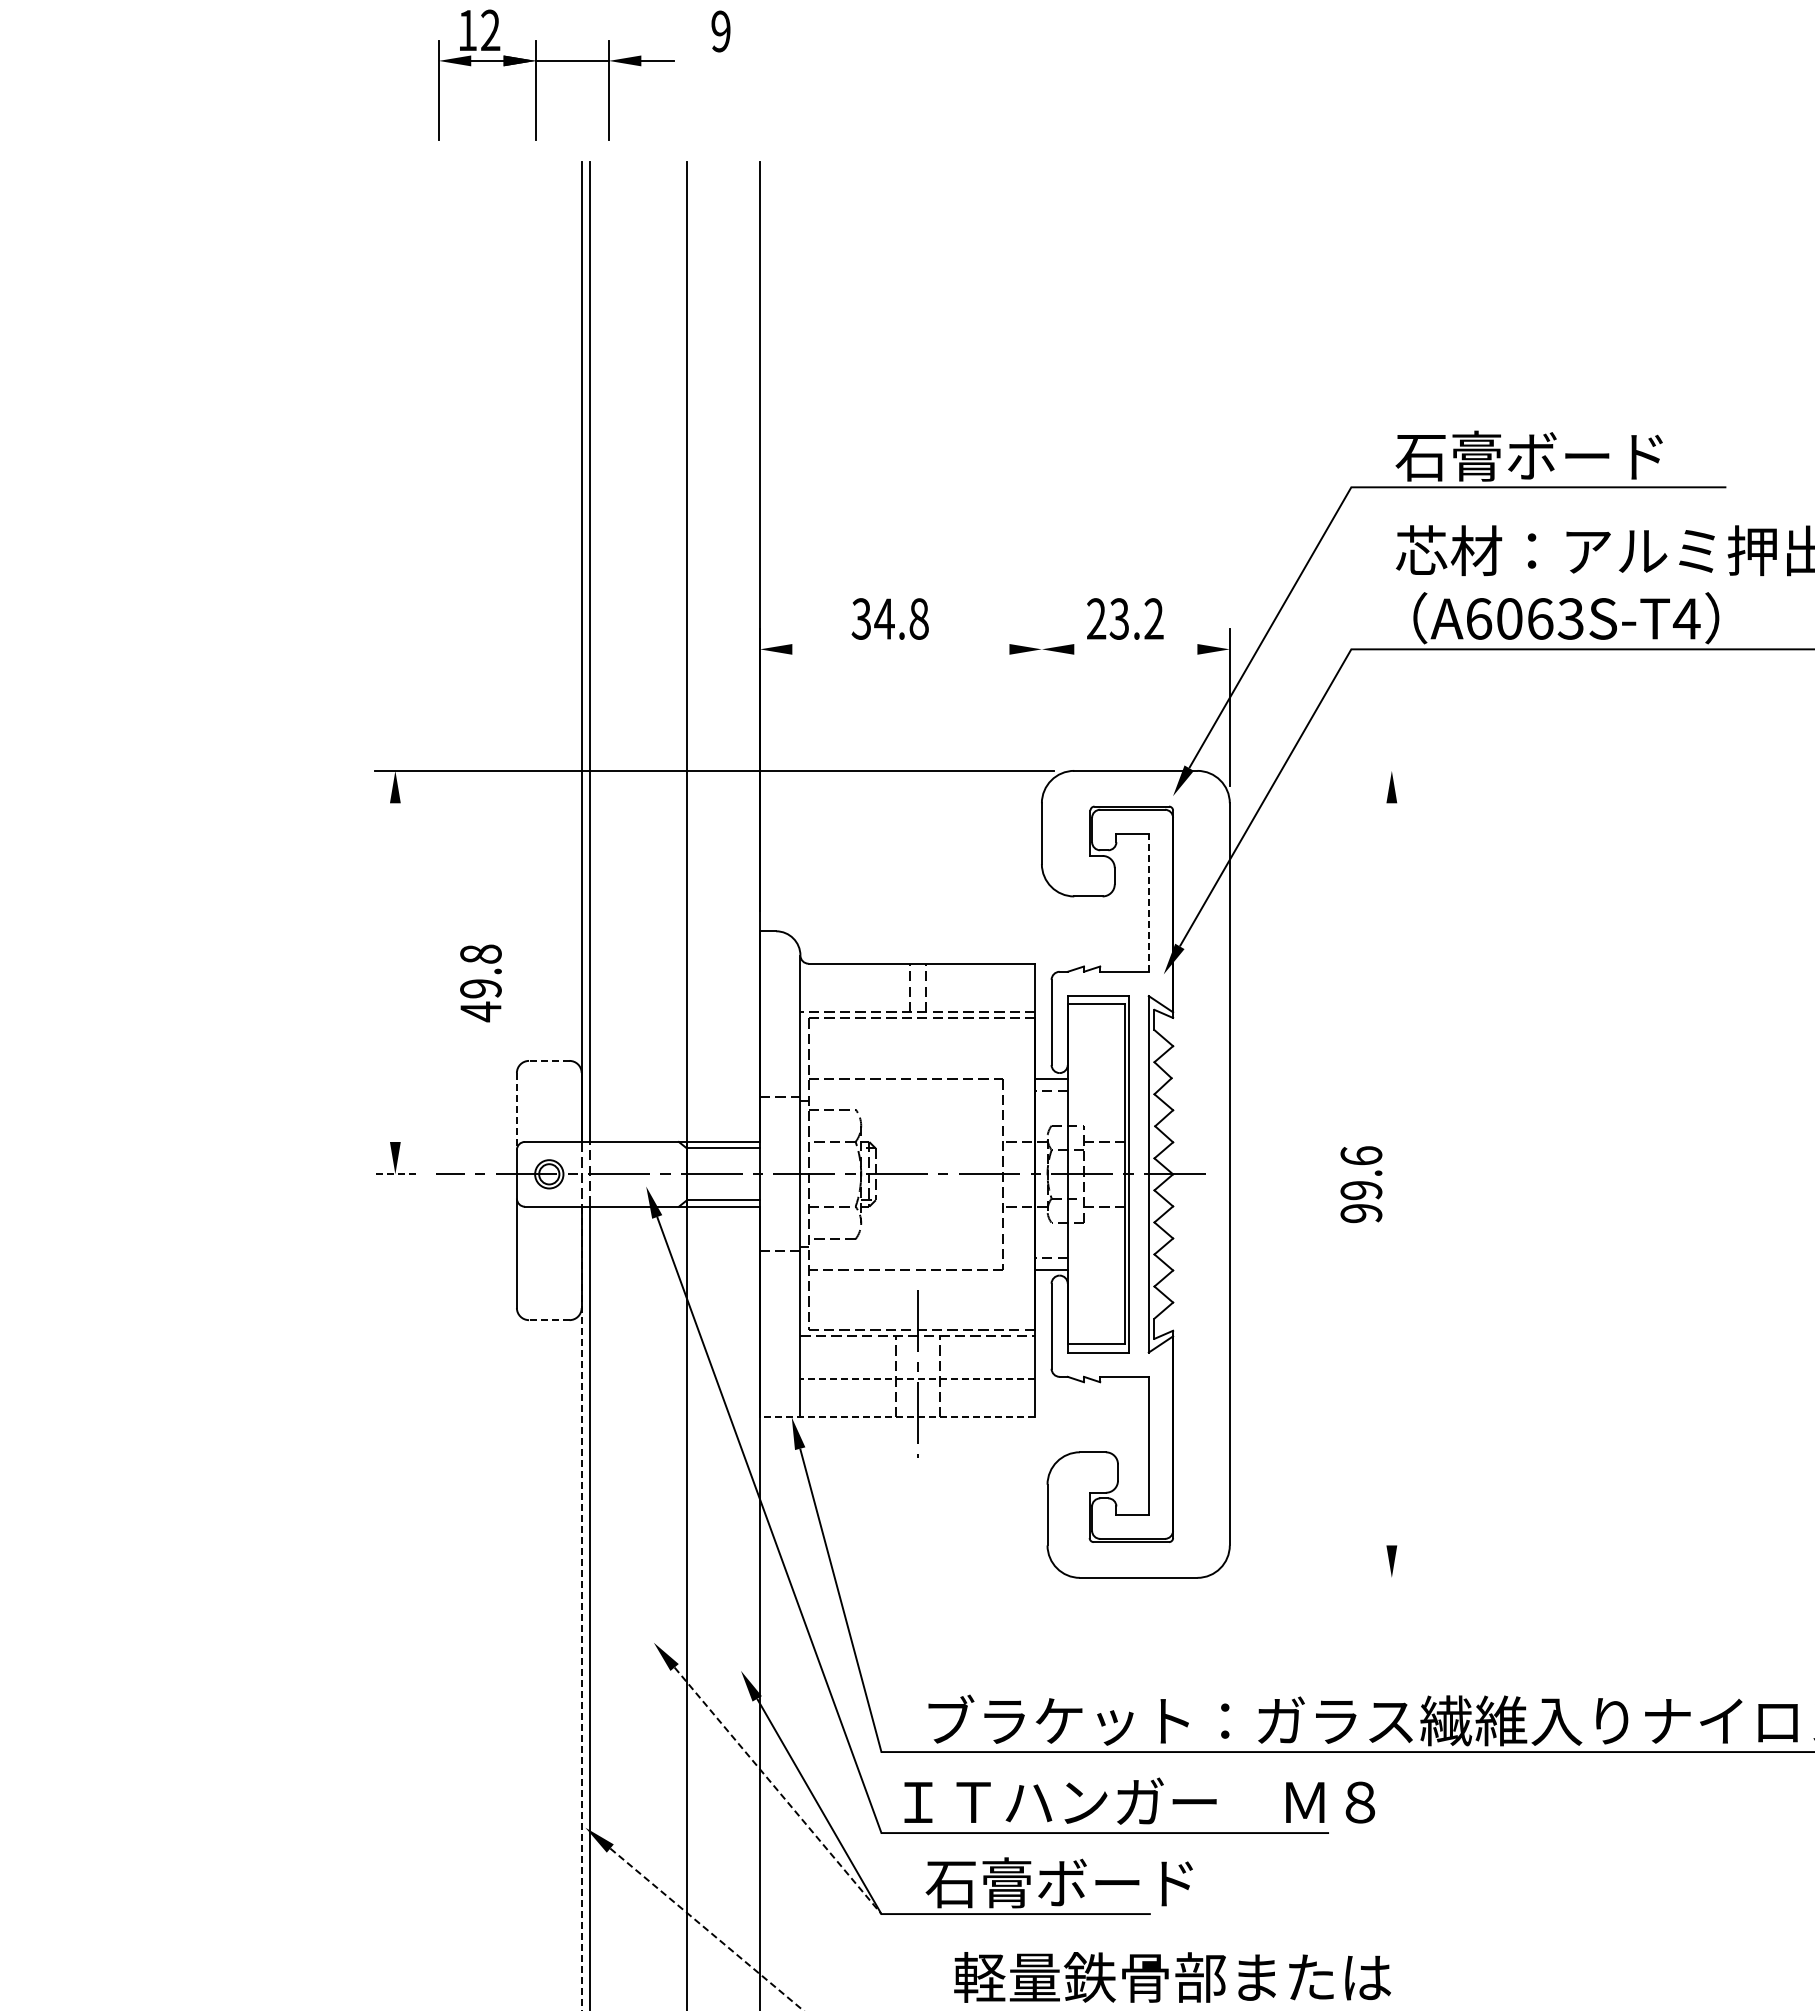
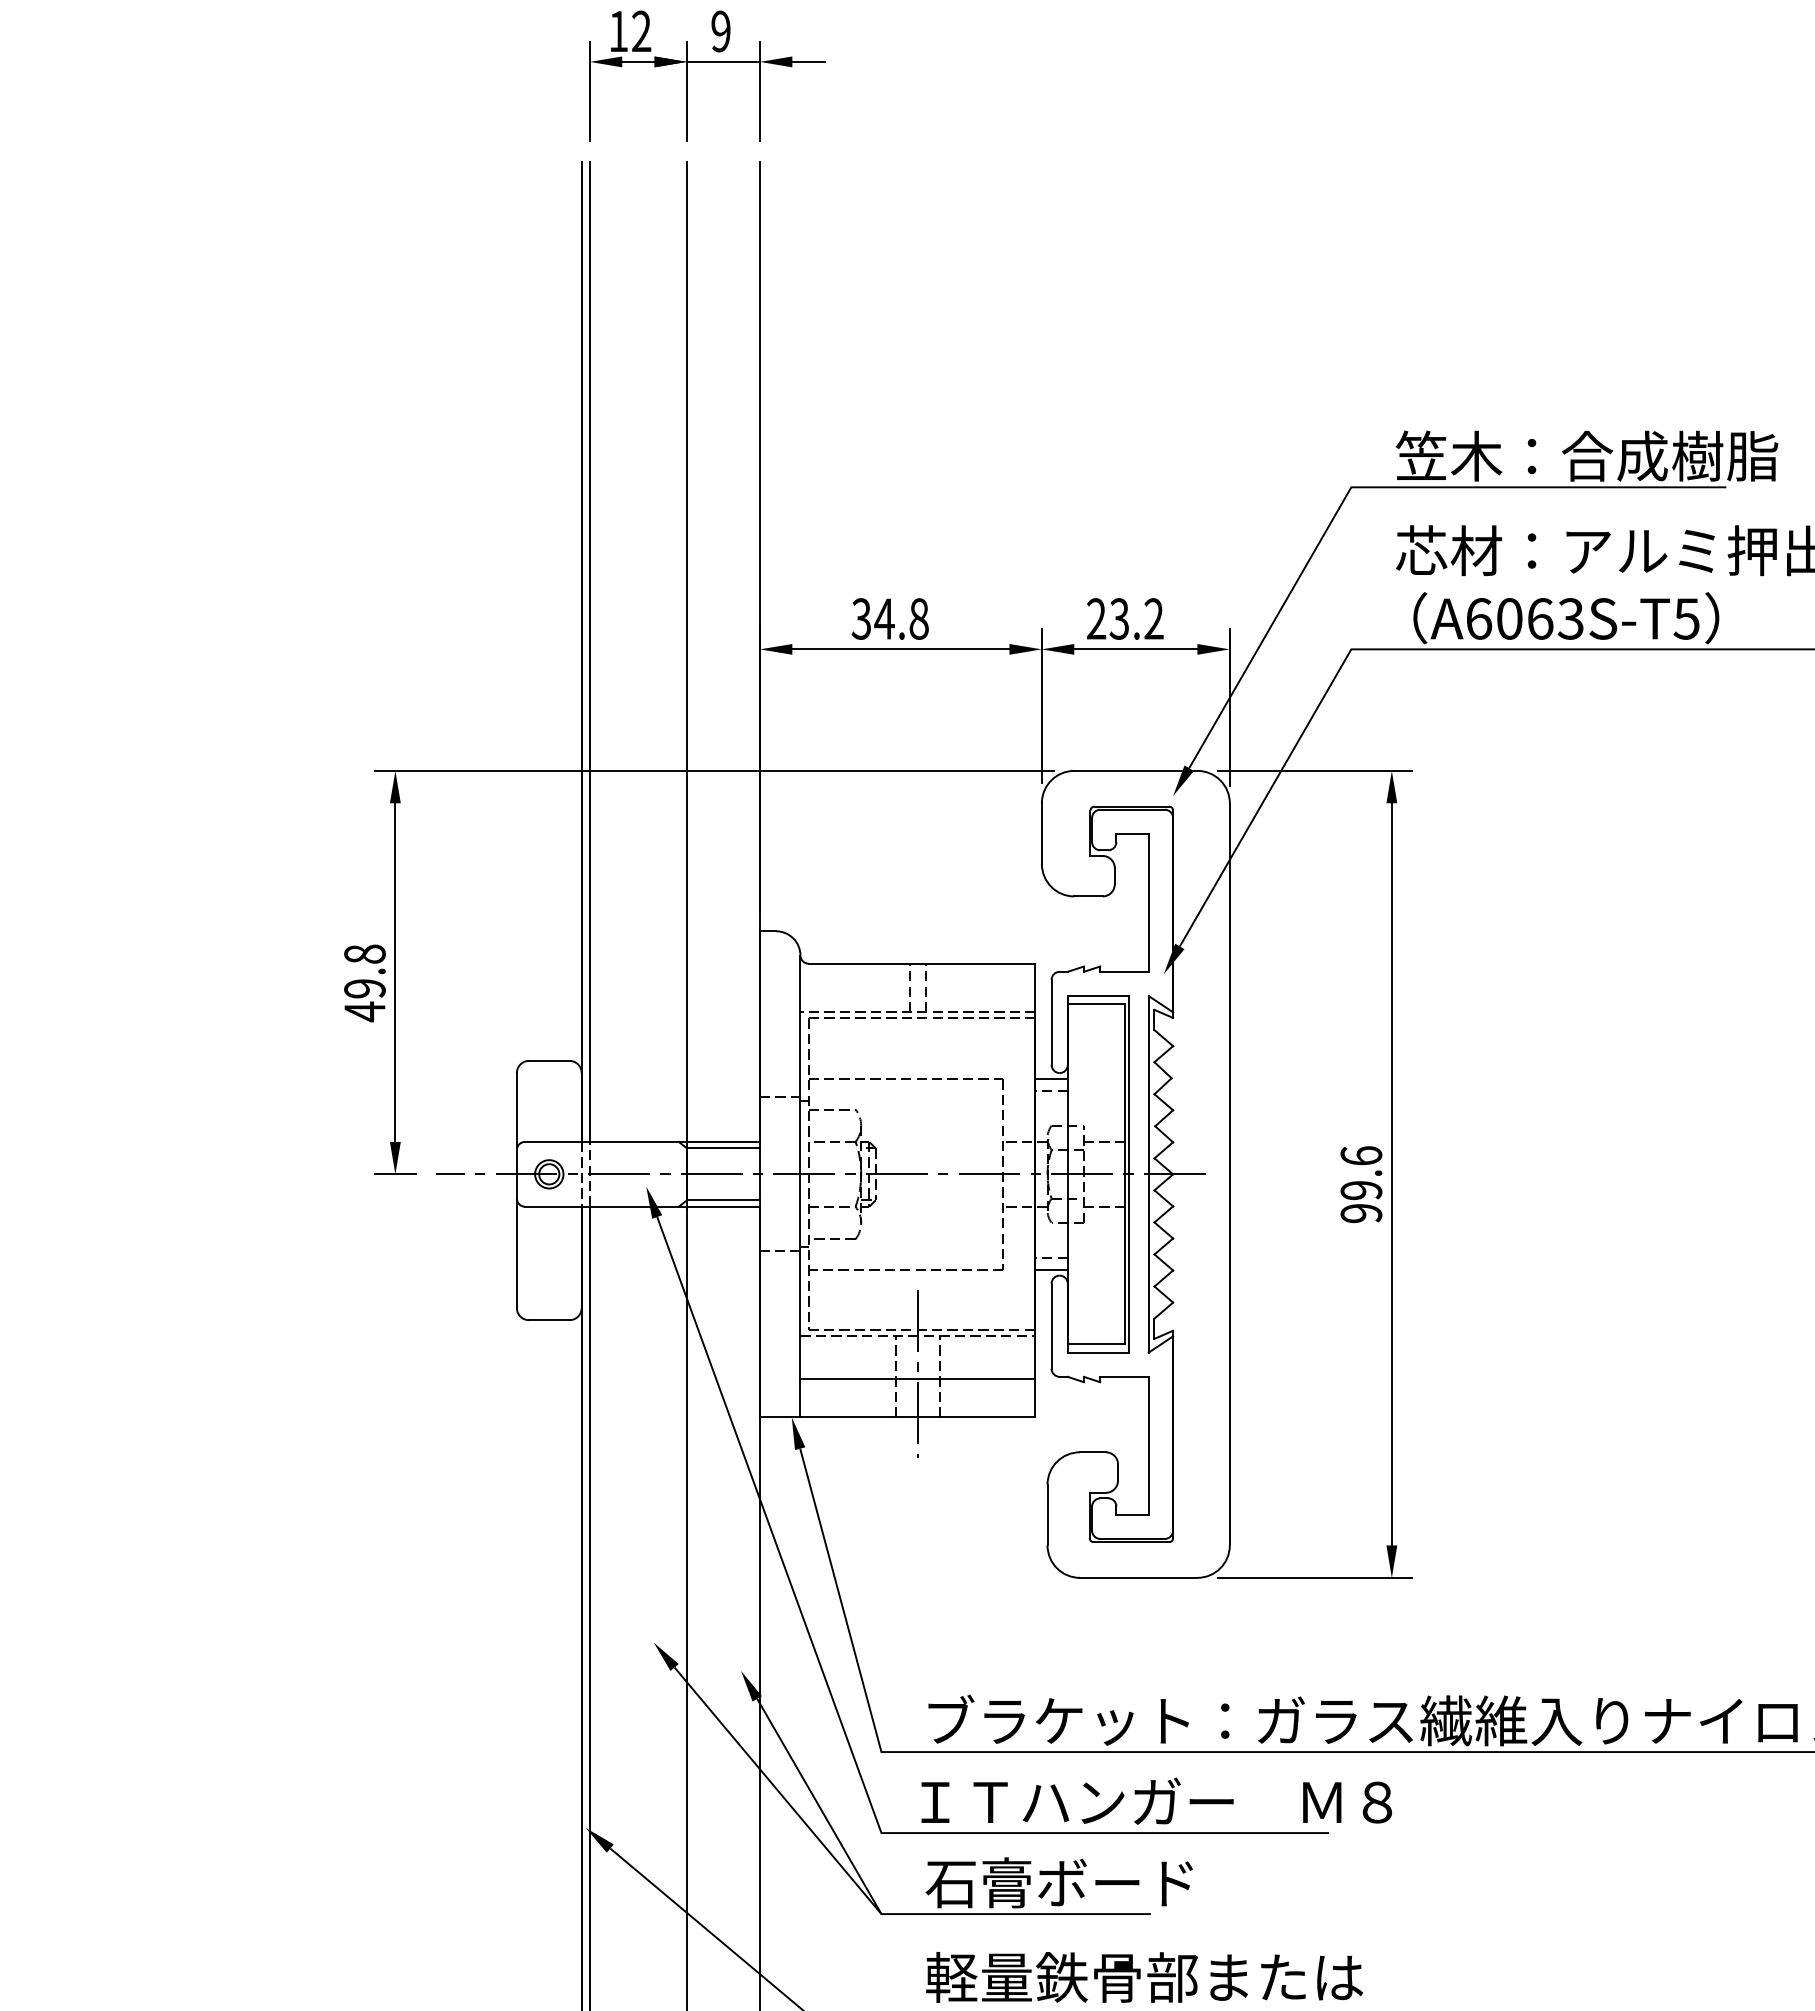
part at (556, 61) position: (556, 61) -> (707, 62)
text at (1586, 455): 石膏ボード -> 笠木：合成樹脂
text at (1686, 618): A6063S-T4 -> A6063S-T5
line at (900, 649): none -> present
line at (1135, 649): none -> present
line at (1041, 706): none -> present
line at (1314, 770): none -> present
line at (1148, 902): dashed -> solid
line at (395, 972): none -> present
text at (480, 983) position: (480, 983) -> (364, 983)
line at (548, 1060): dashed -> solid
line at (516, 1110): dashed -> solid
line at (394, 1174): dashed -> solid
line at (1391, 1174): none -> present
line at (548, 1320): dashed -> solid
line at (917, 1379): dashed -> solid
line at (897, 1417): dashed -> solid
line at (1314, 1577): none -> present
line at (581, 1608): dashed -> solid
line at (778, 1790): dashed -> solid
text at (1139, 1800) position: (1139, 1800) -> (1156, 1800)
line at (706, 1929): dashed -> solid
text at (1172, 1977) position: (1172, 1977) -> (1144, 1977)
